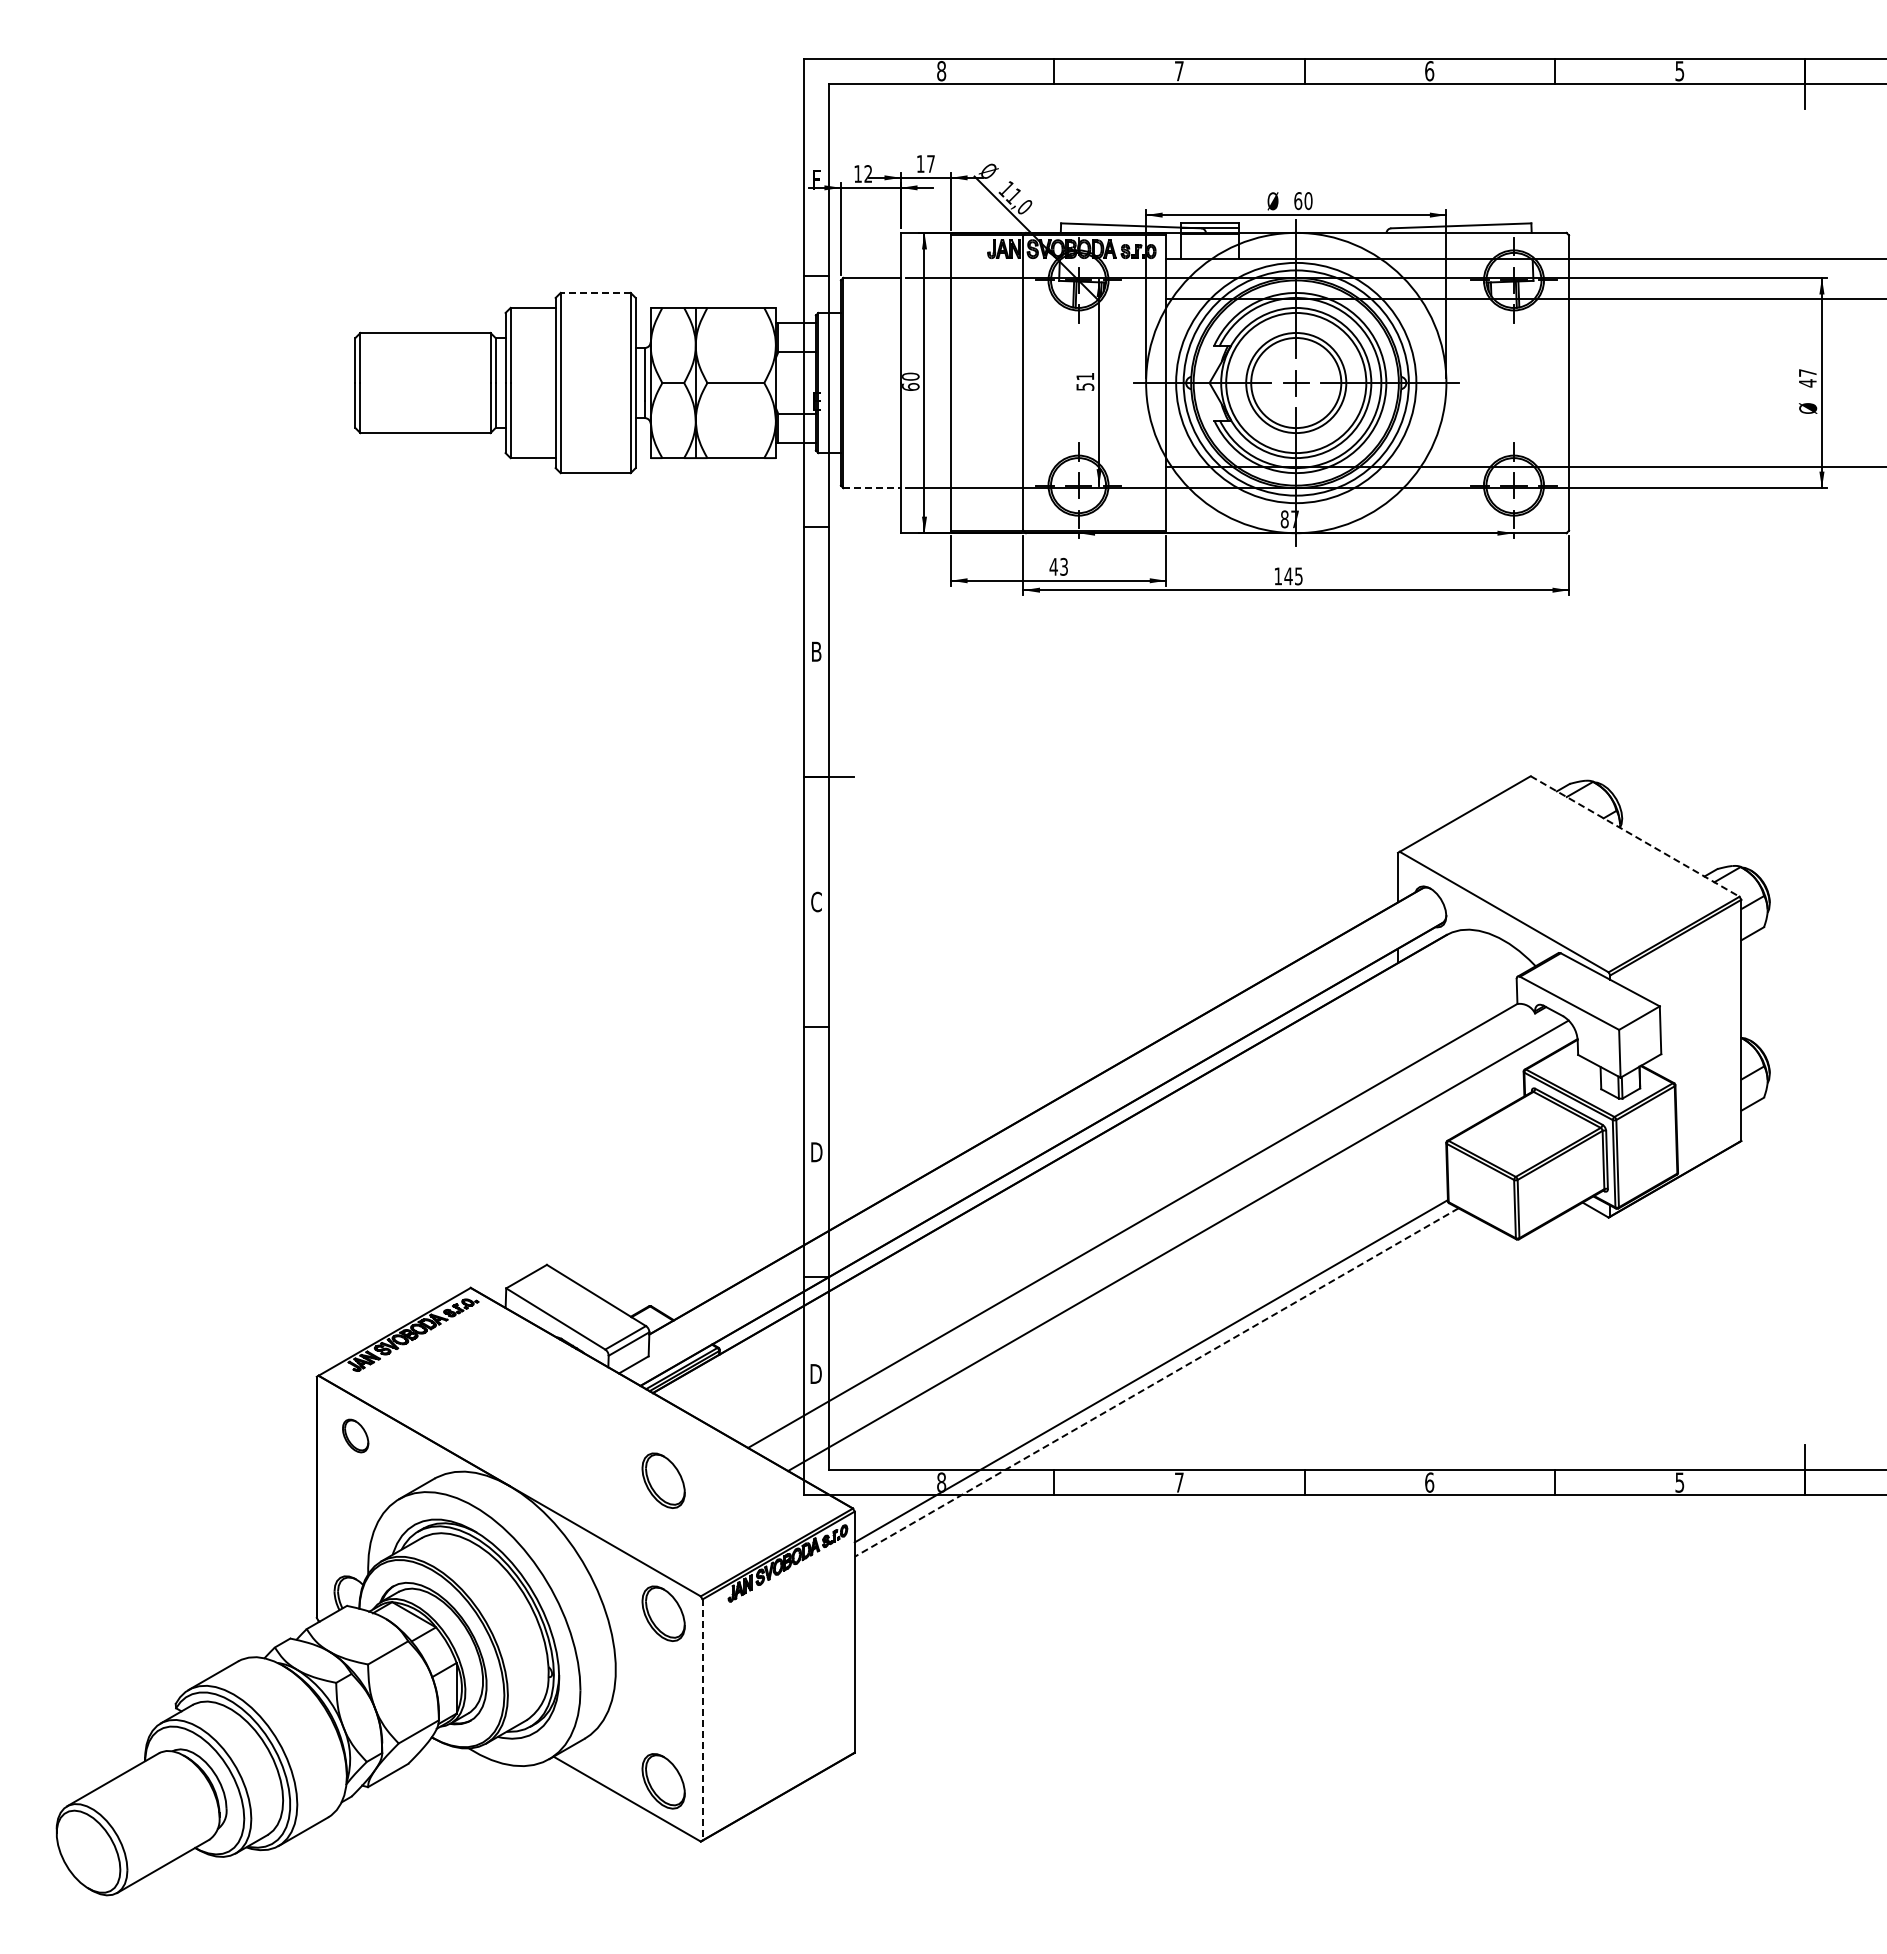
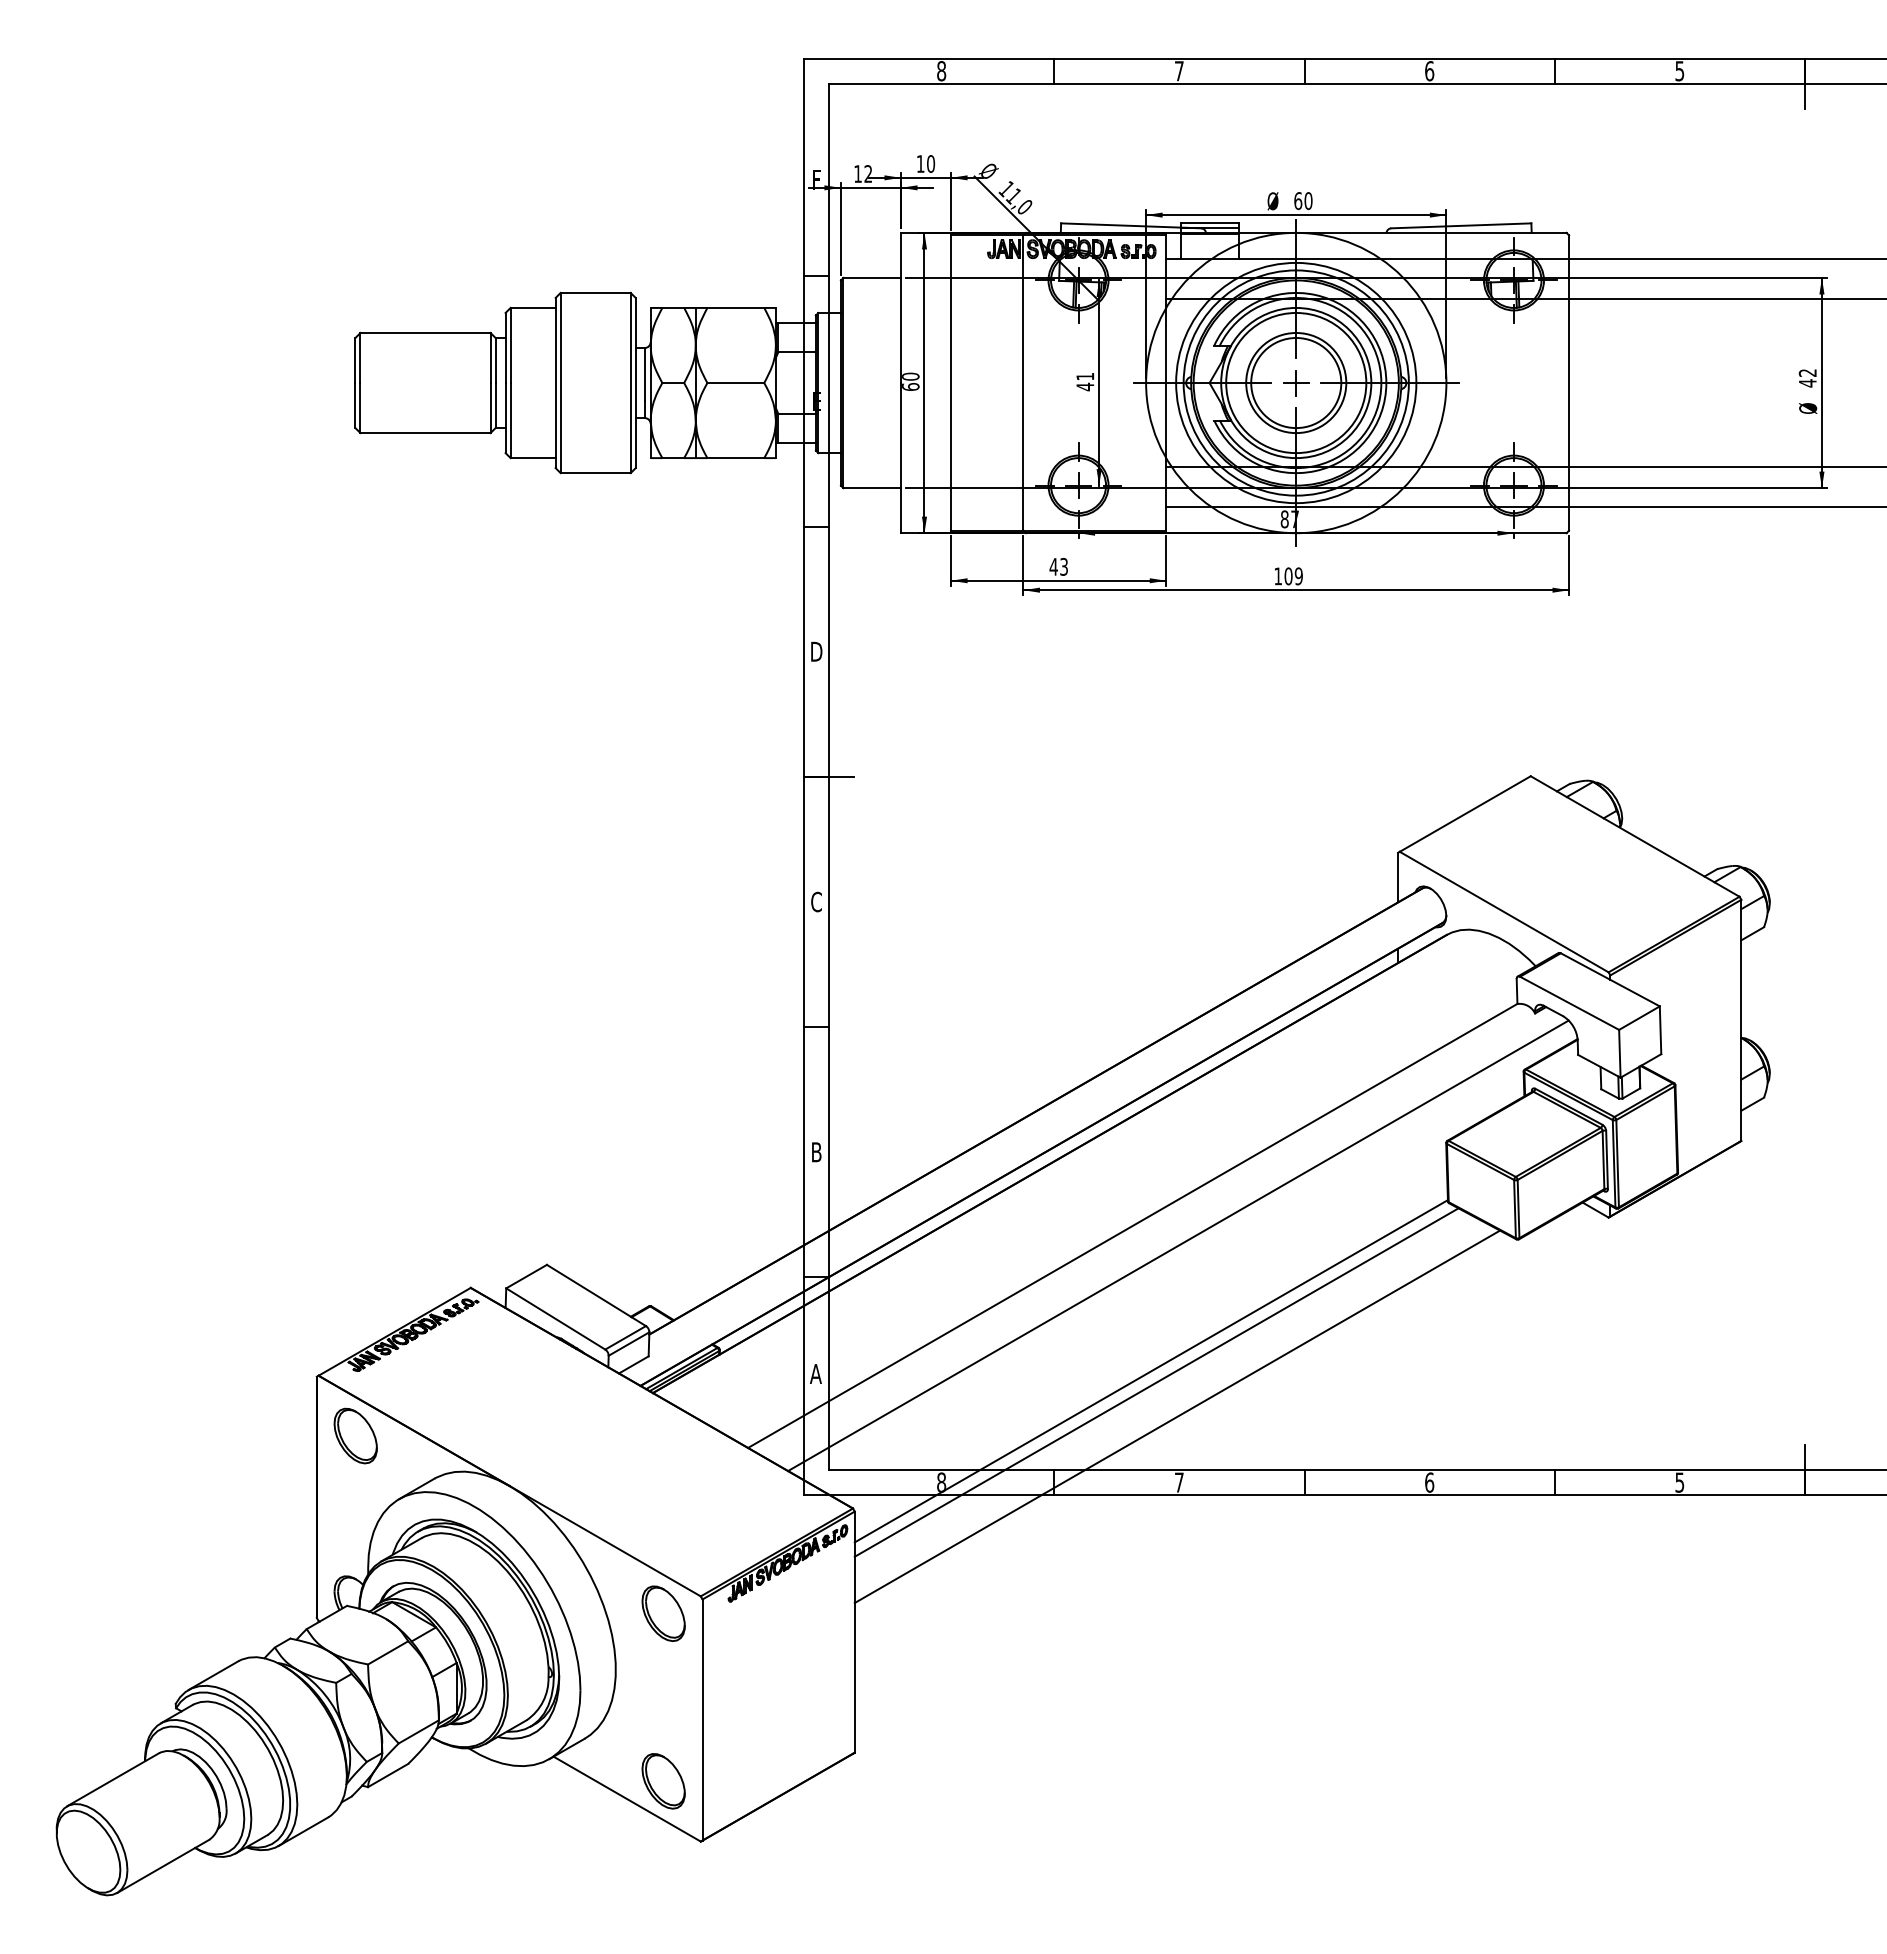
text at (931, 163): 17 -> 10
line at (595, 292): dashed -> solid
text at (1807, 372): 47 -> 42
text at (1085, 386): 51 -> 41
line at (872, 488): dashed -> solid
line at (1524, 507): none -> present
text at (1293, 576): 145 -> 109
text at (816, 651): B -> D
line at (1635, 836): dashed -> solid
text at (816, 1152): D -> B
text at (815, 1373): D -> A
line at (1156, 1382): dashed -> solid
line at (1177, 1416): none -> present
part at (355, 1435) size: 28x36 px -> 45x58 px
part at (663, 1480): present -> none
line at (702, 1720): dashed -> solid
